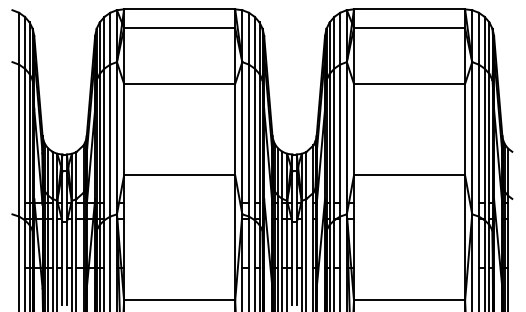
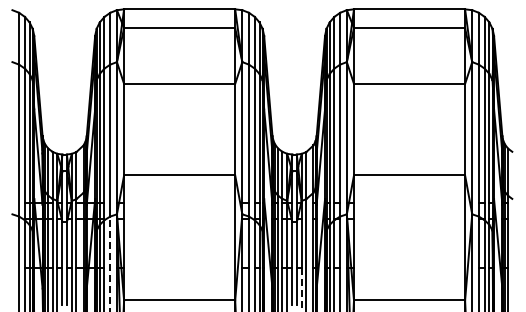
line at (110, 263): solid -> dashed
line at (301, 289): solid -> dashed
